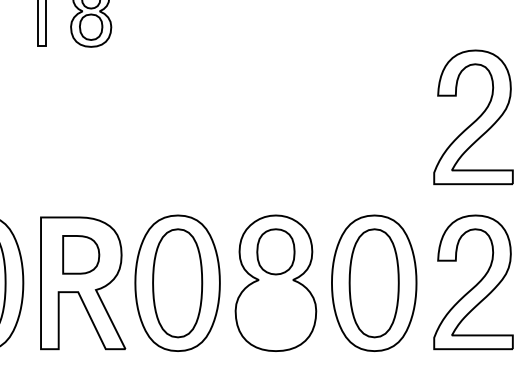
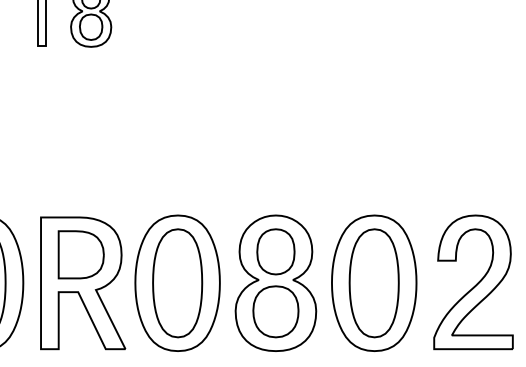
part at (473, 117): present -> none
part at (81, 254) size: 39x40 px -> 48x50 px
part at (275, 311): none -> present
